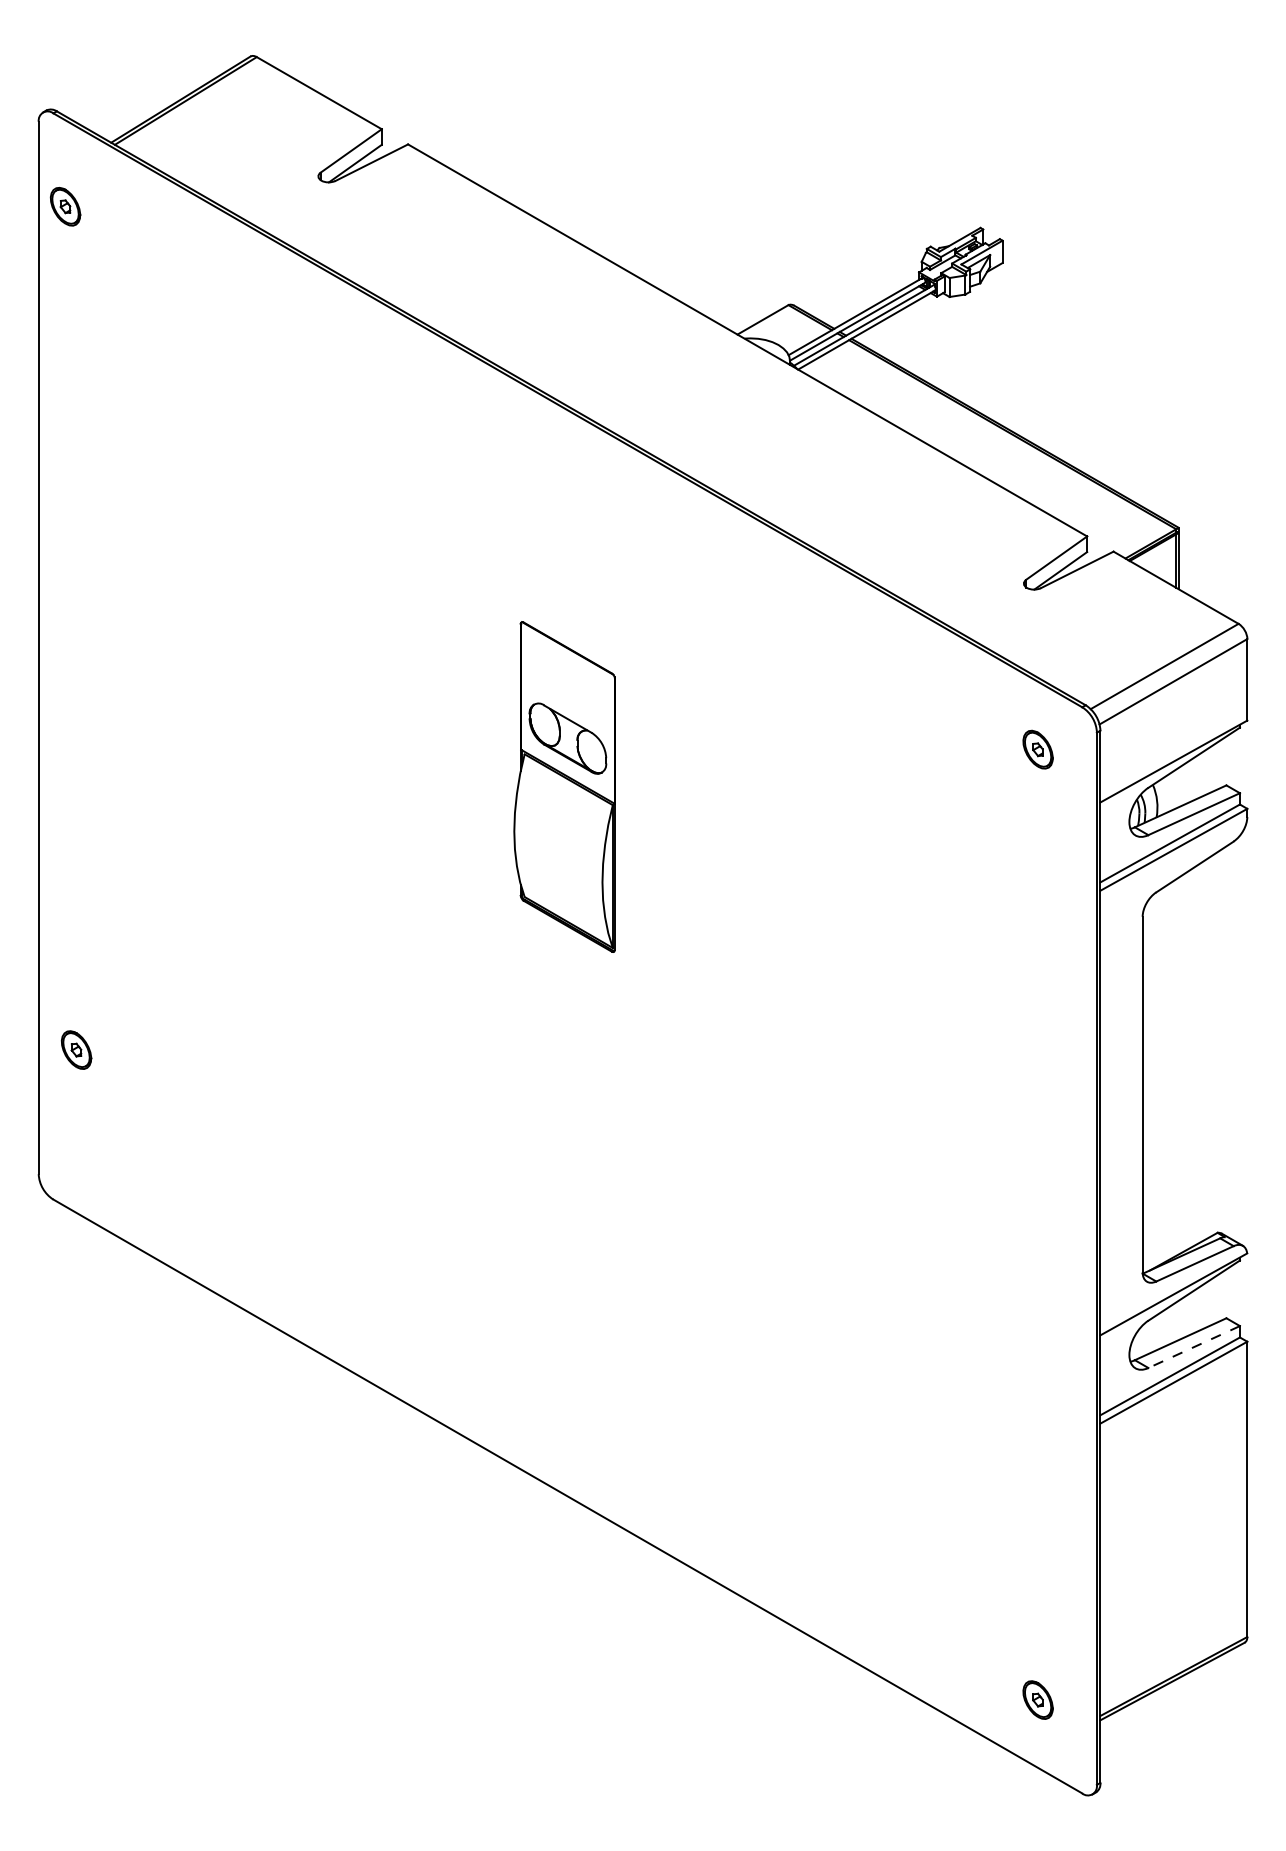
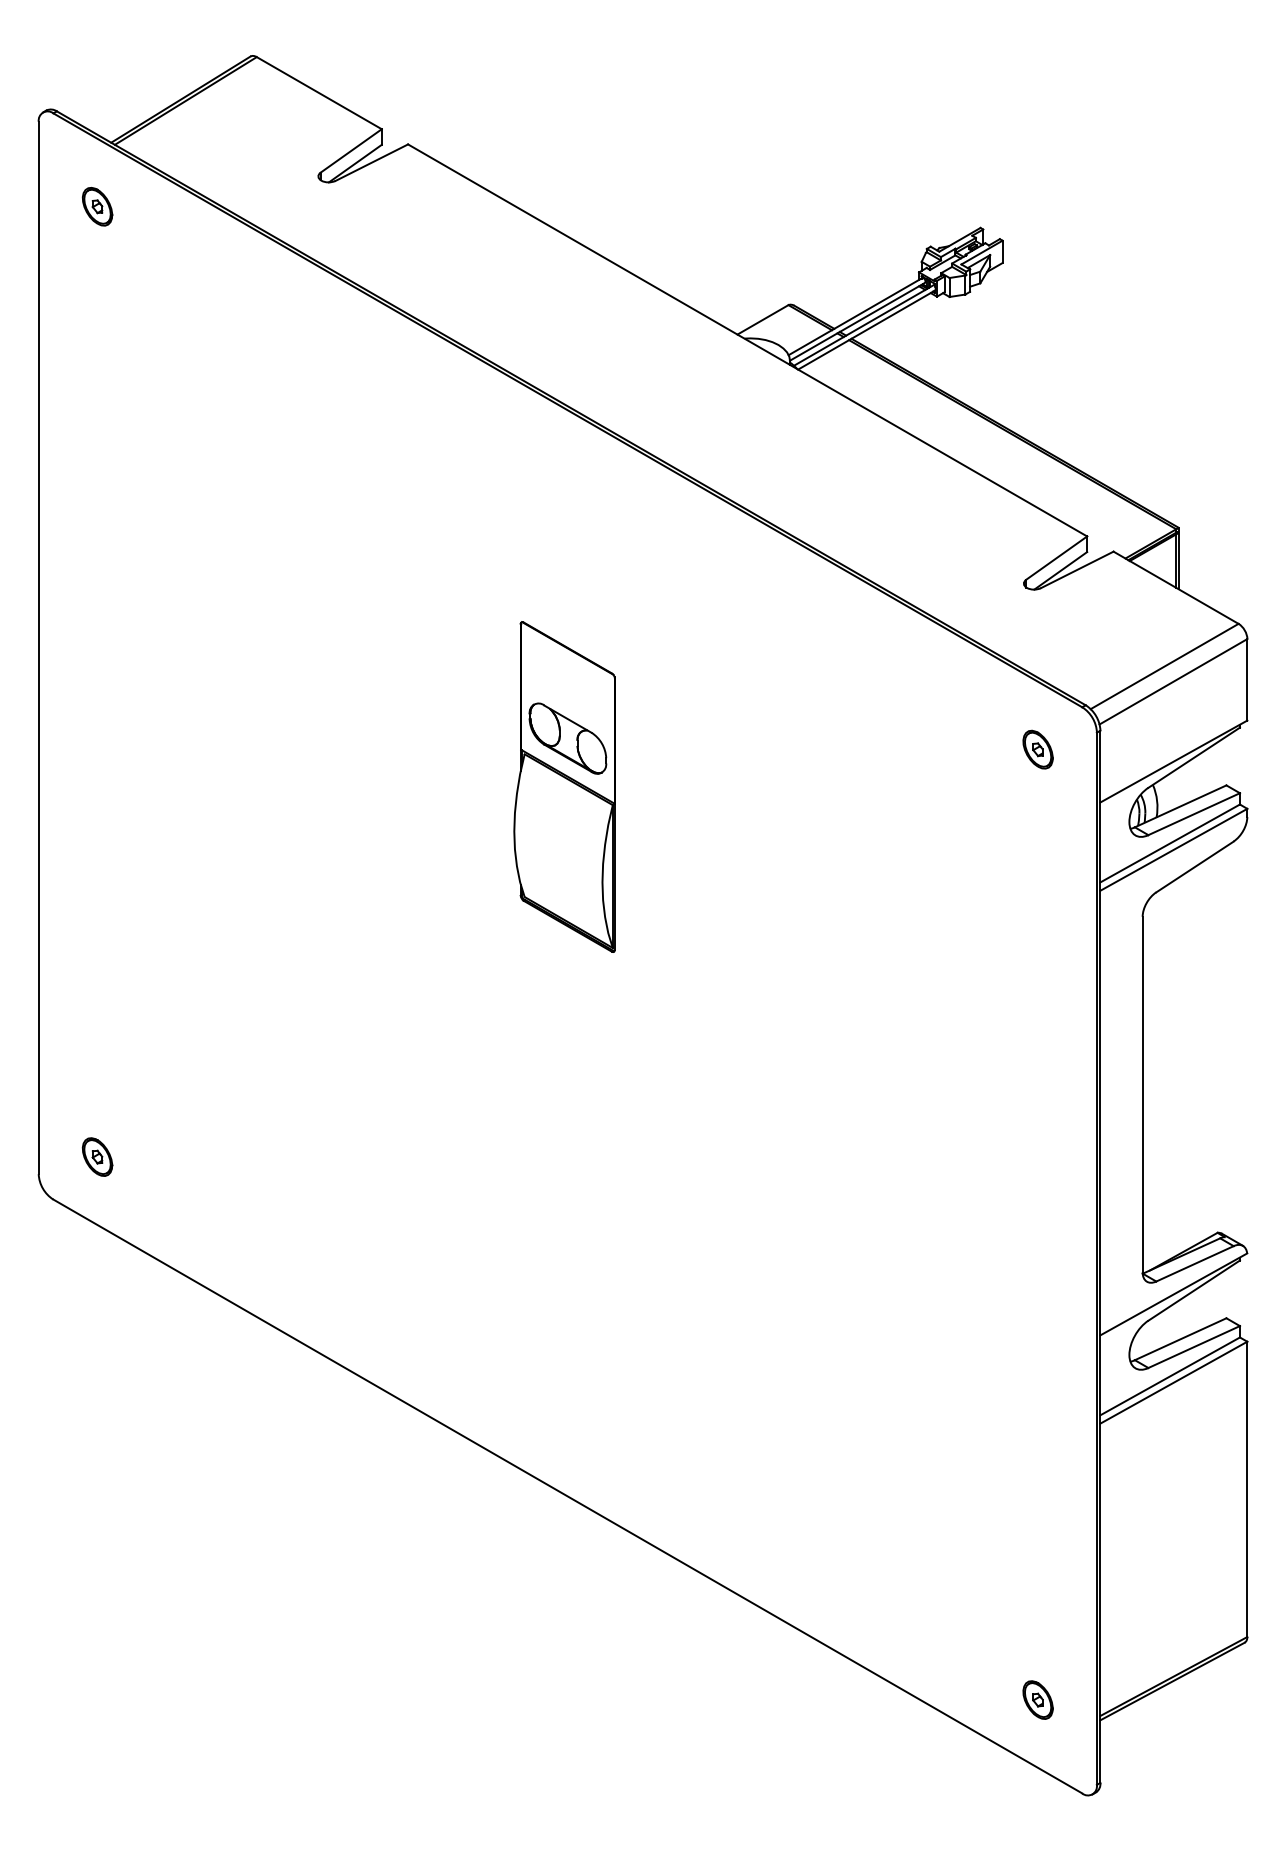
part at (65, 206) position: (65, 206) -> (97, 206)
part at (76, 1049) position: (76, 1049) -> (97, 1156)
line at (1193, 1347): dashed -> solid
